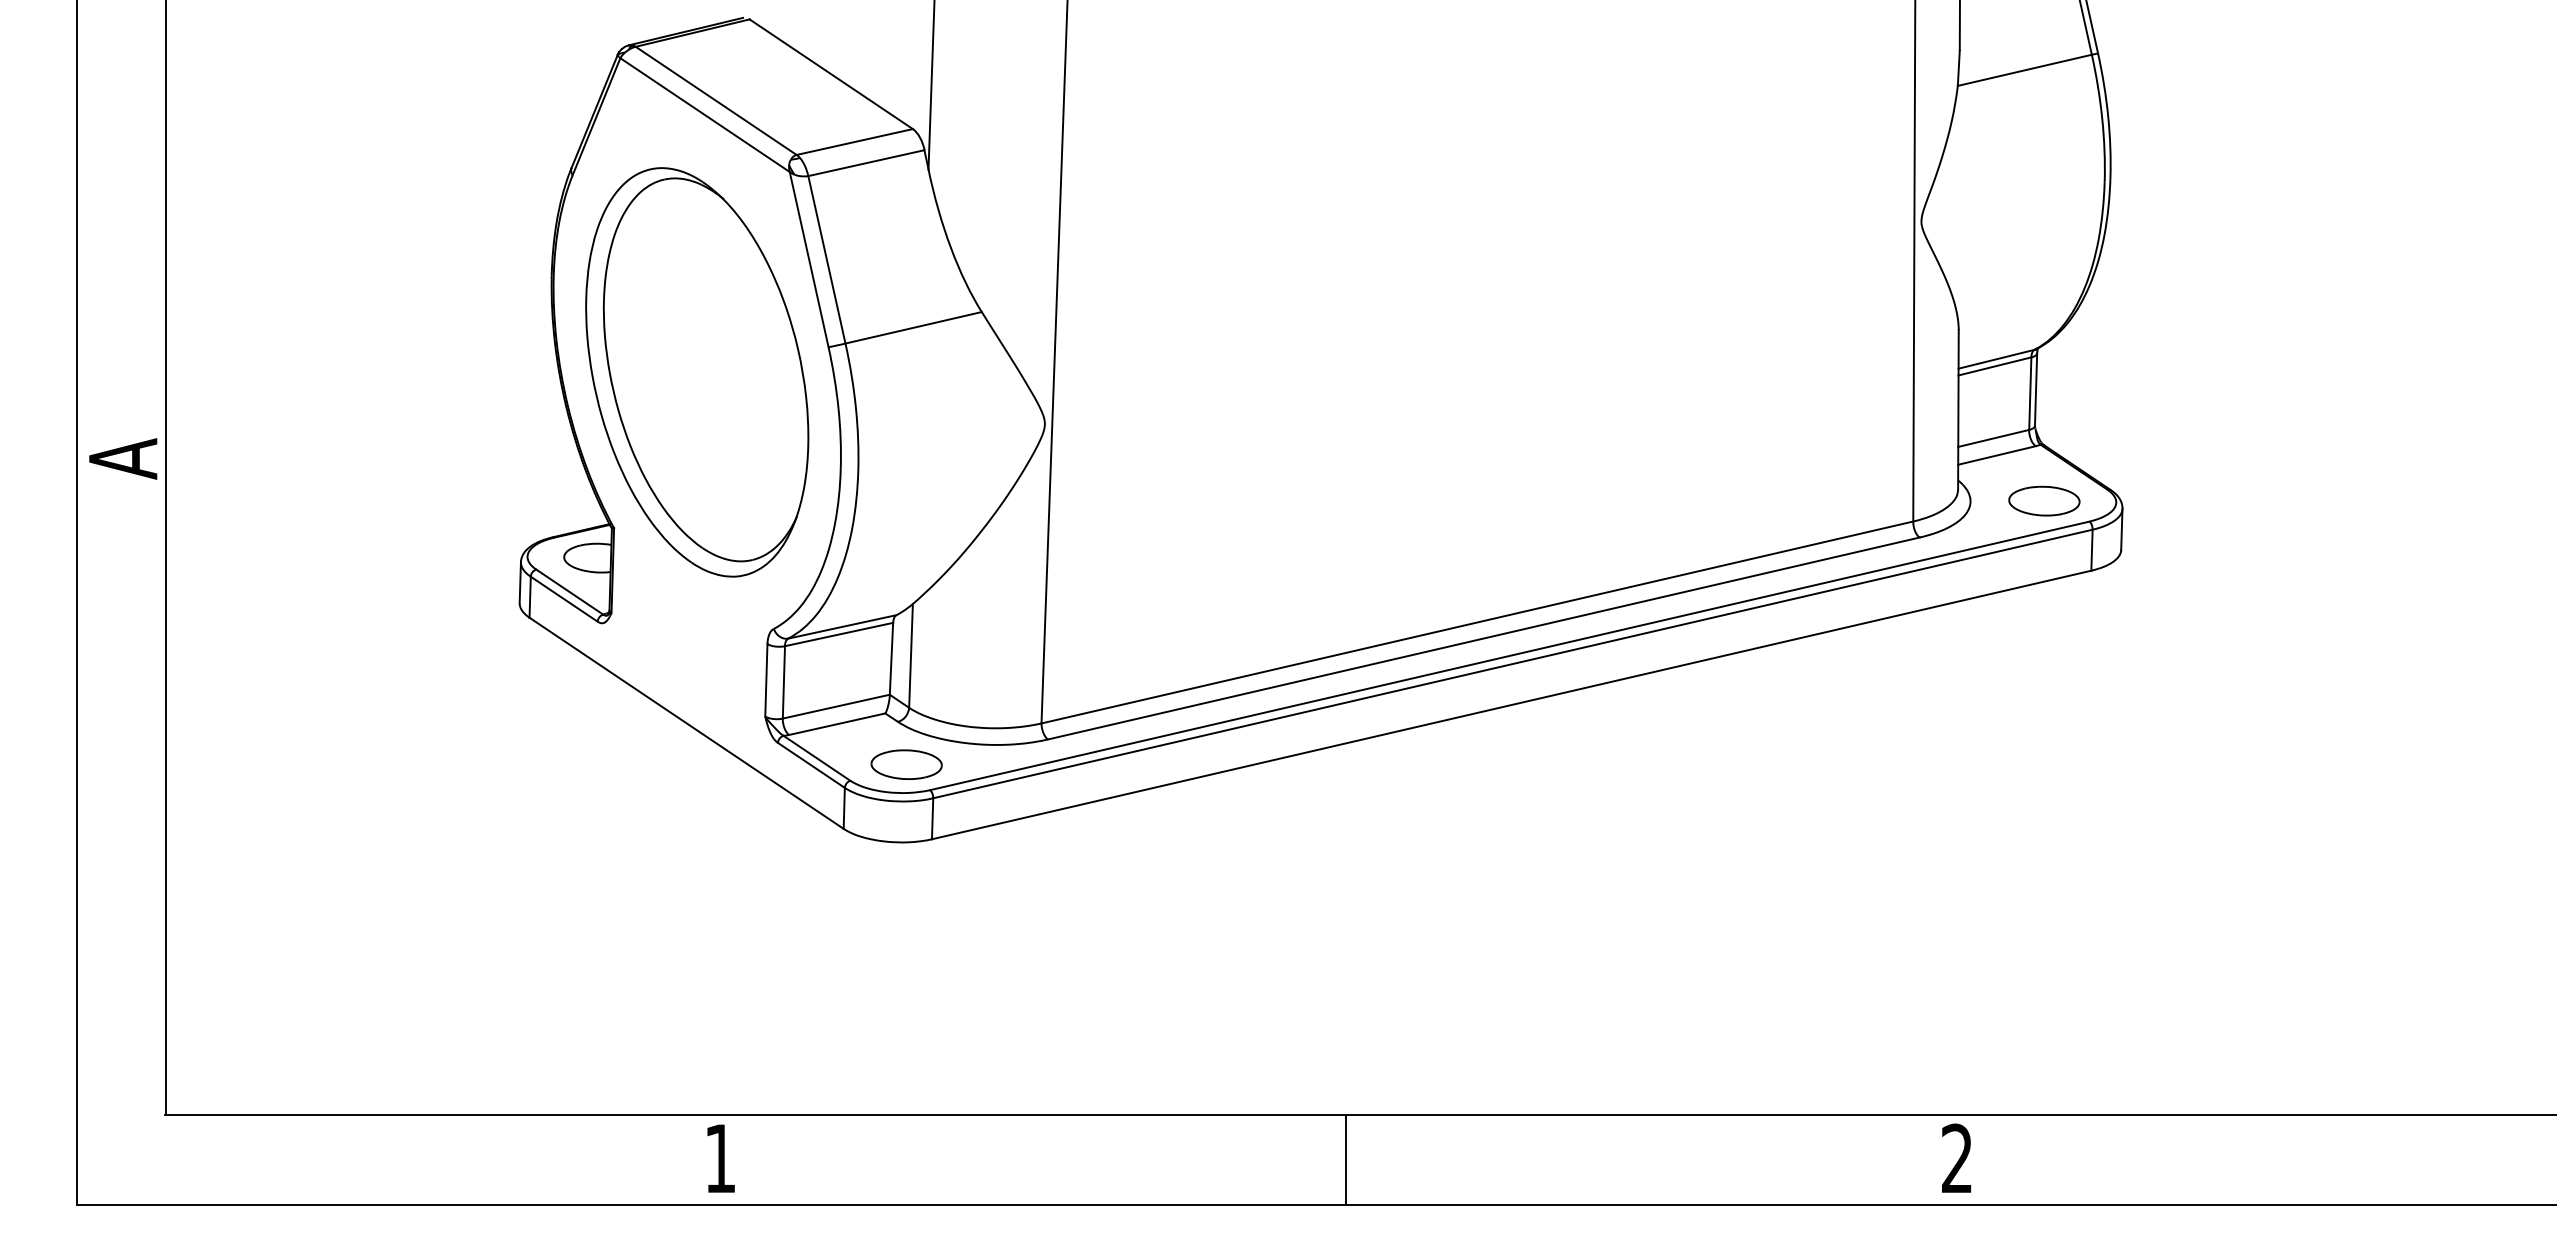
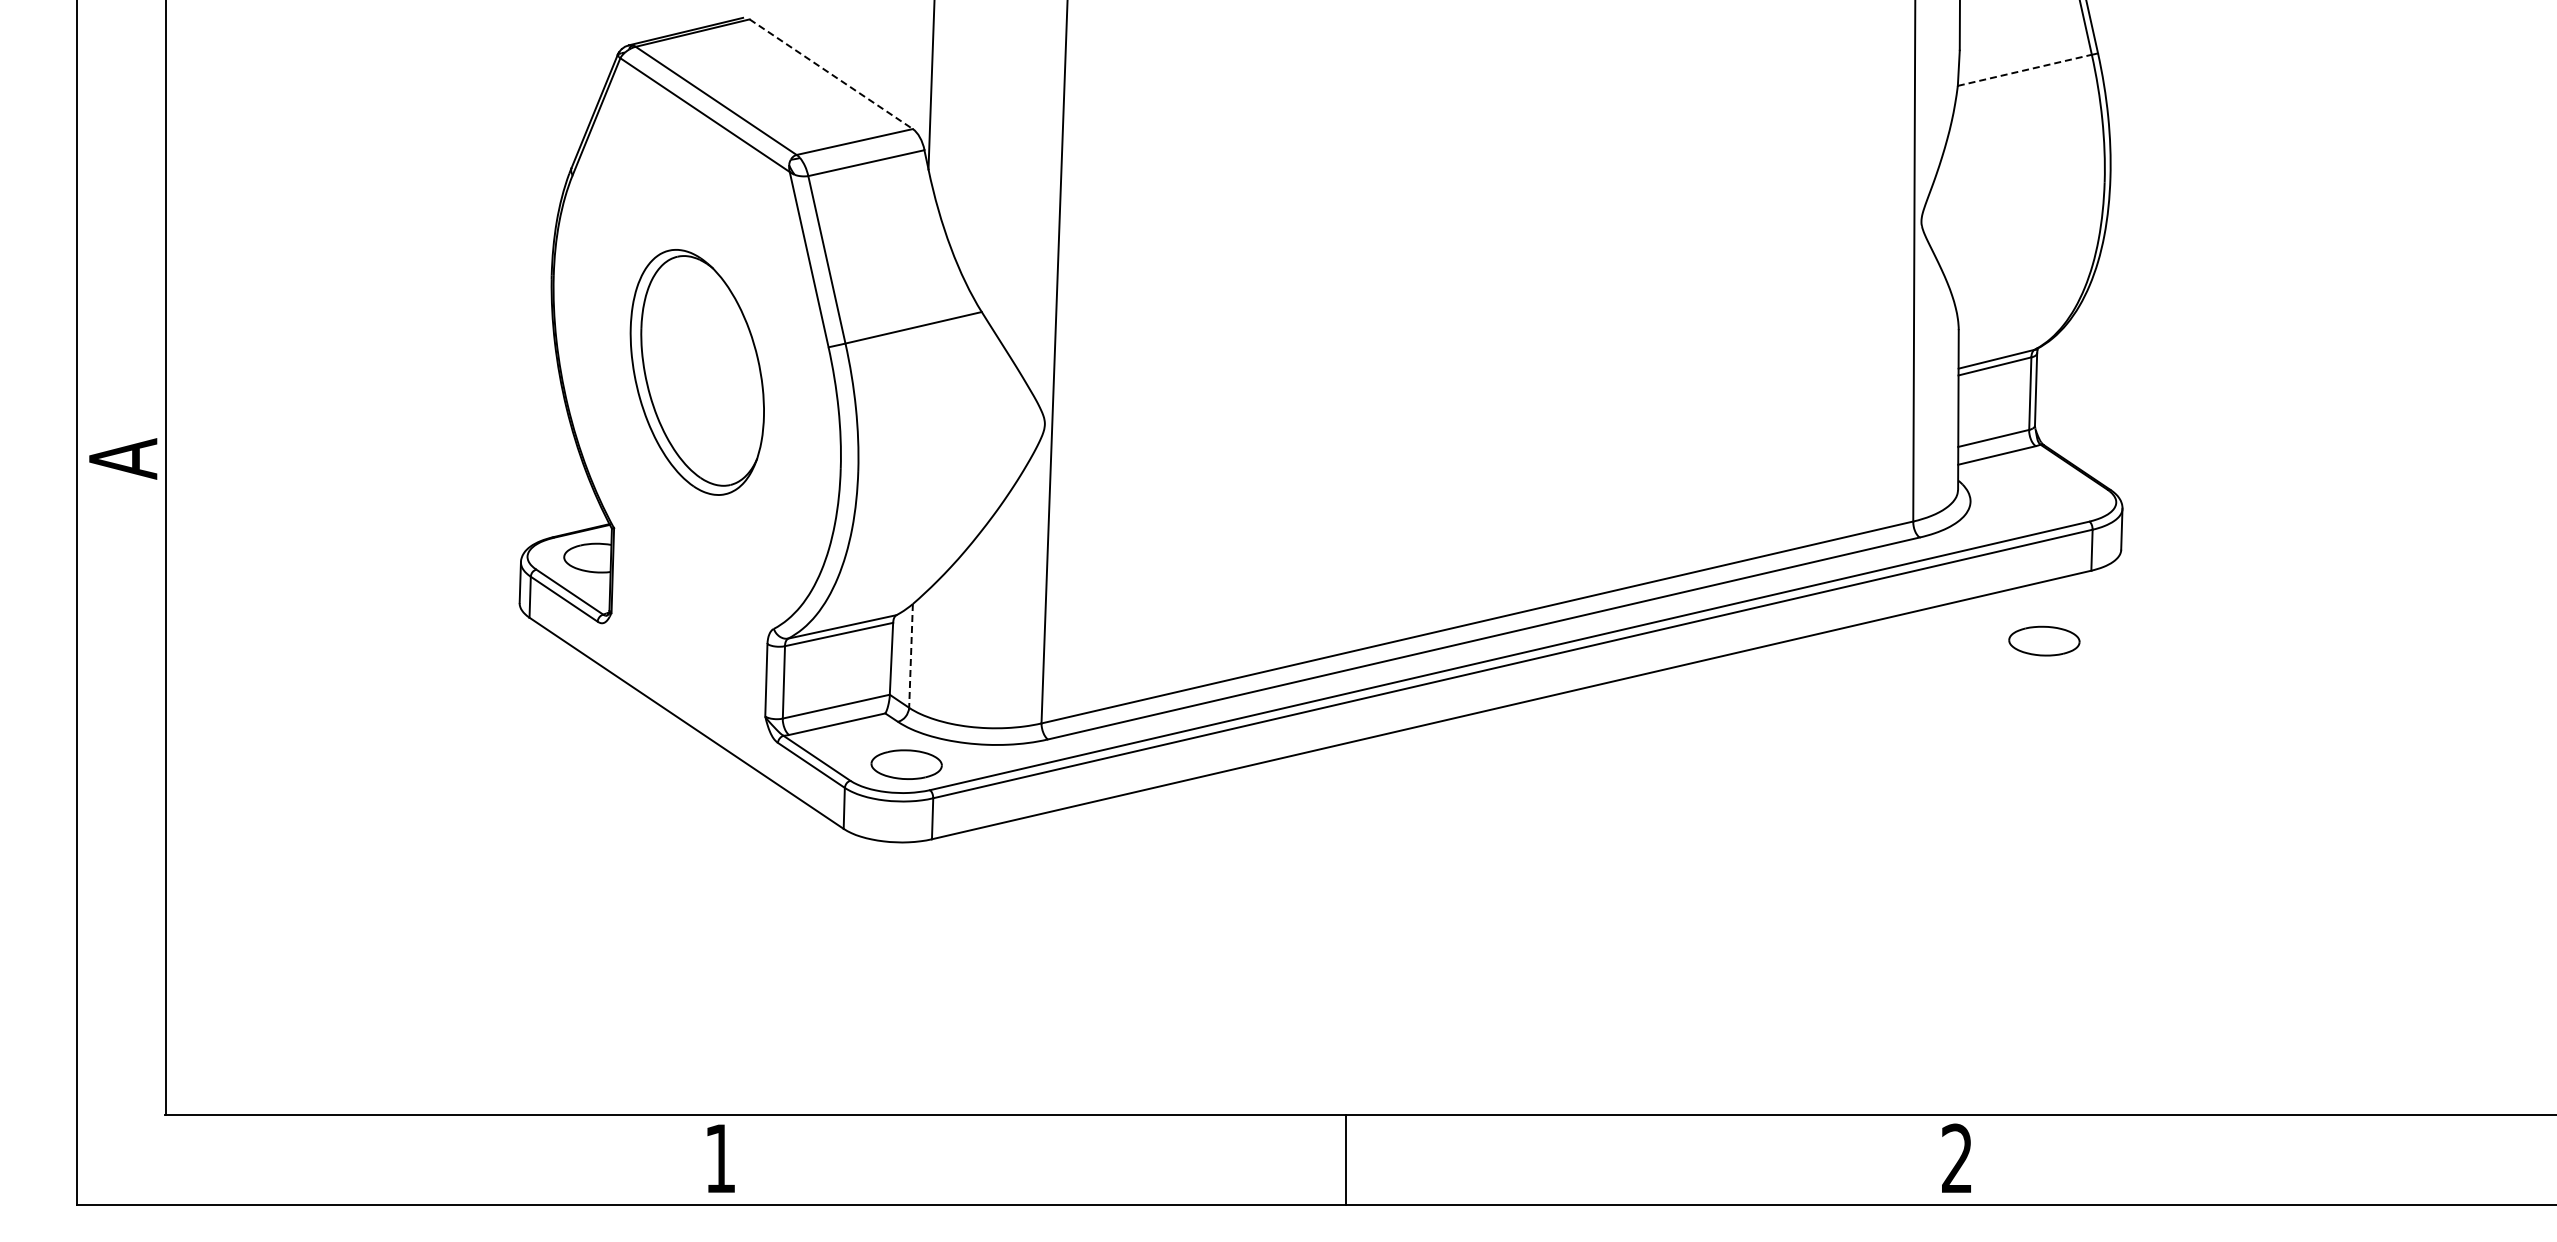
line at (2024, 70): solid -> dashed
line at (831, 74): solid -> dashed
part at (697, 372) size: 225x411 px -> 136x247 px
part at (2044, 500) position: (2044, 500) -> (2044, 640)
line at (911, 655): solid -> dashed
